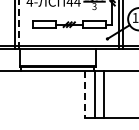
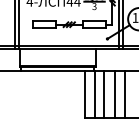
line at (19, 24): dashed -> solid
line at (85, 94): dashed -> solid
line at (114, 94): none -> present
line at (124, 94): none -> present
